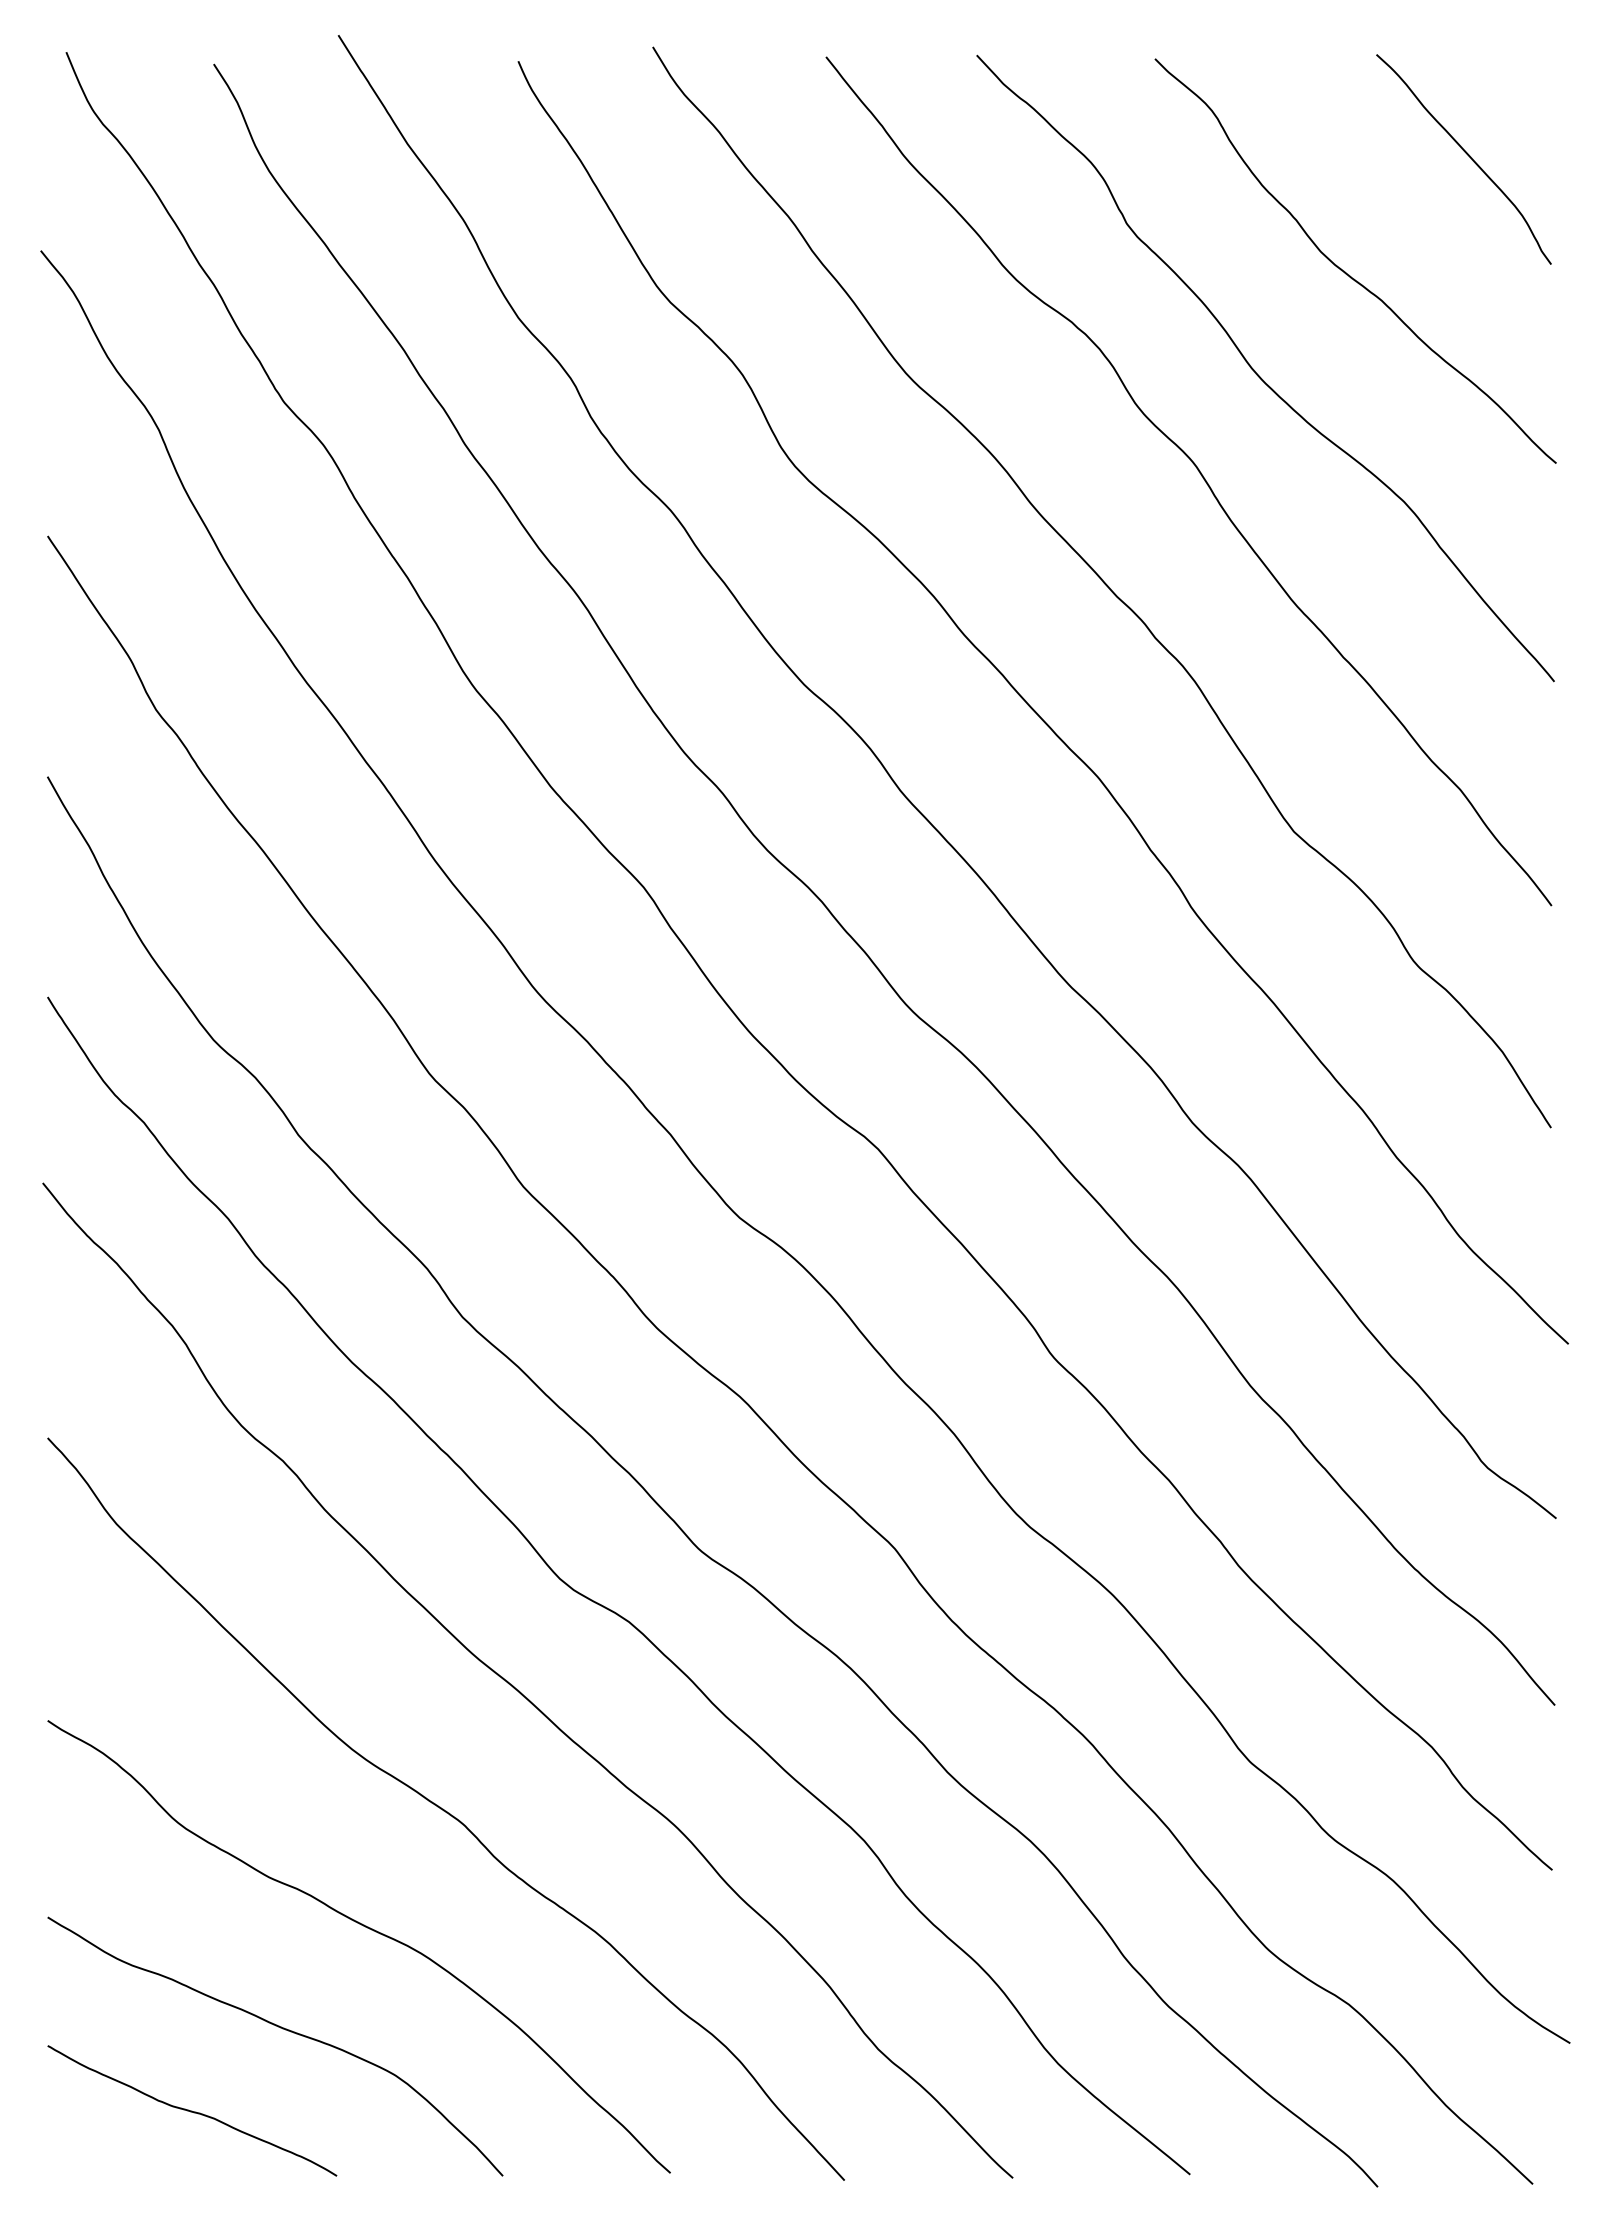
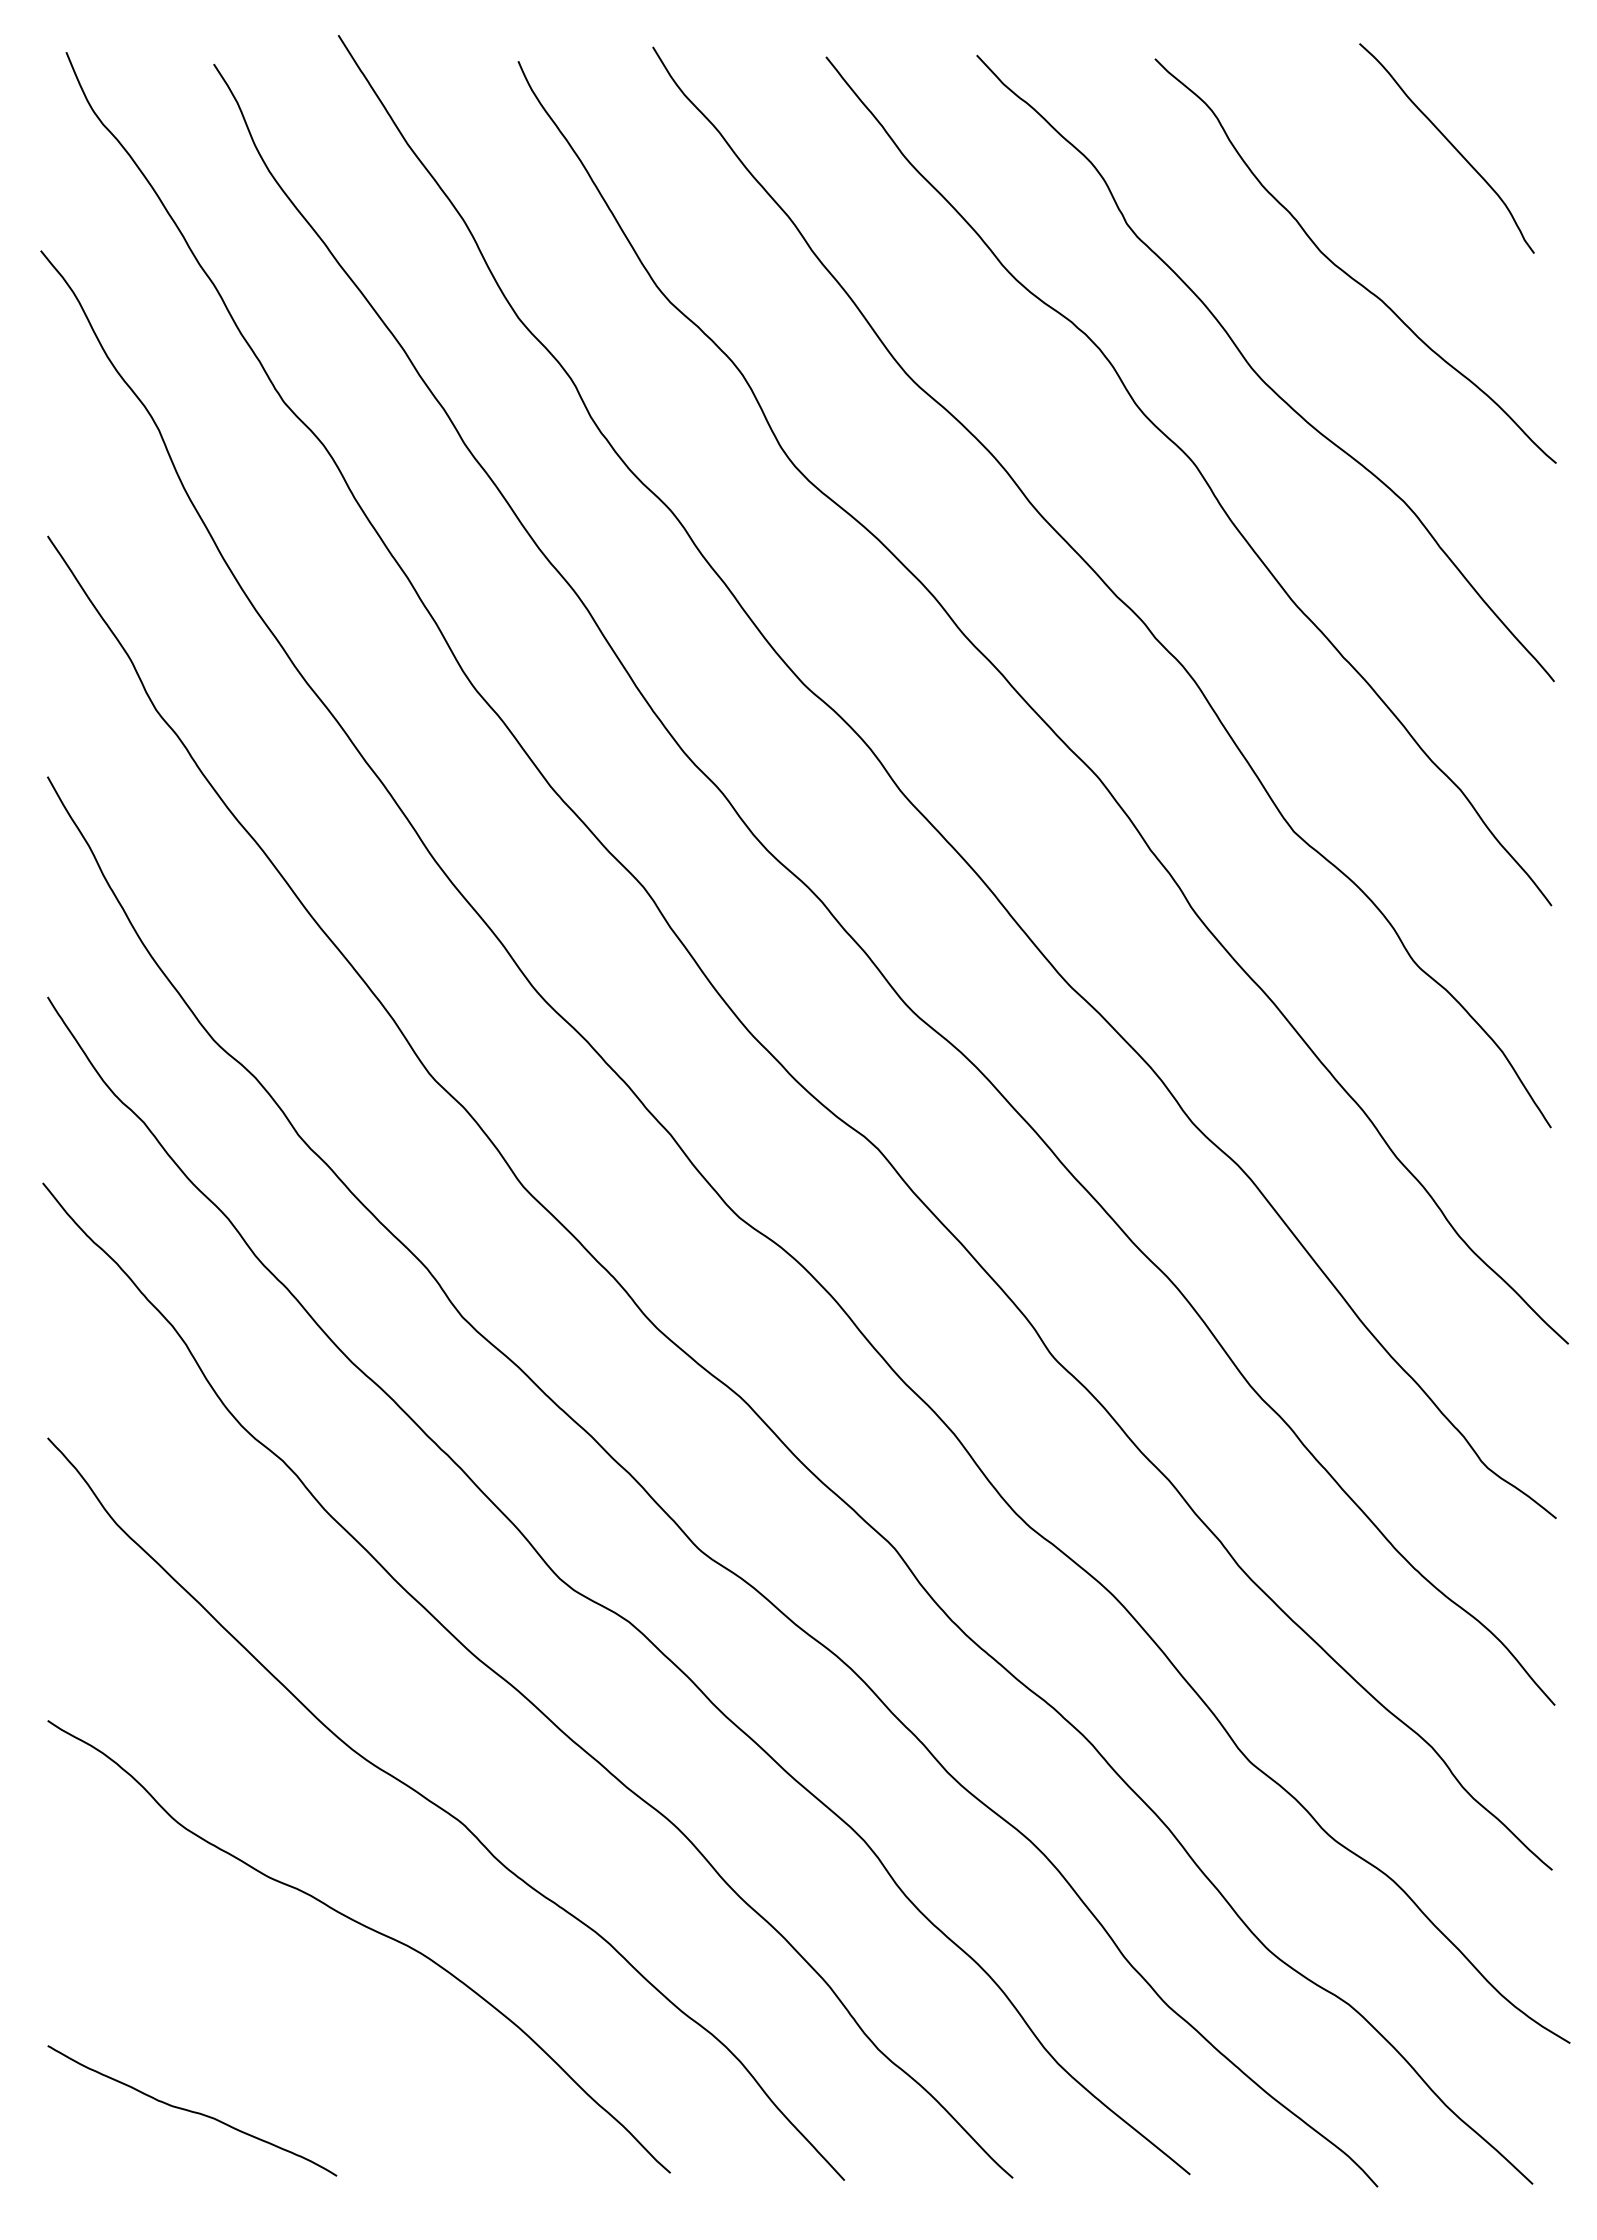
curve at (1467, 155) position: (1467, 155) -> (1450, 144)
curve at (282, 2029): present -> none
